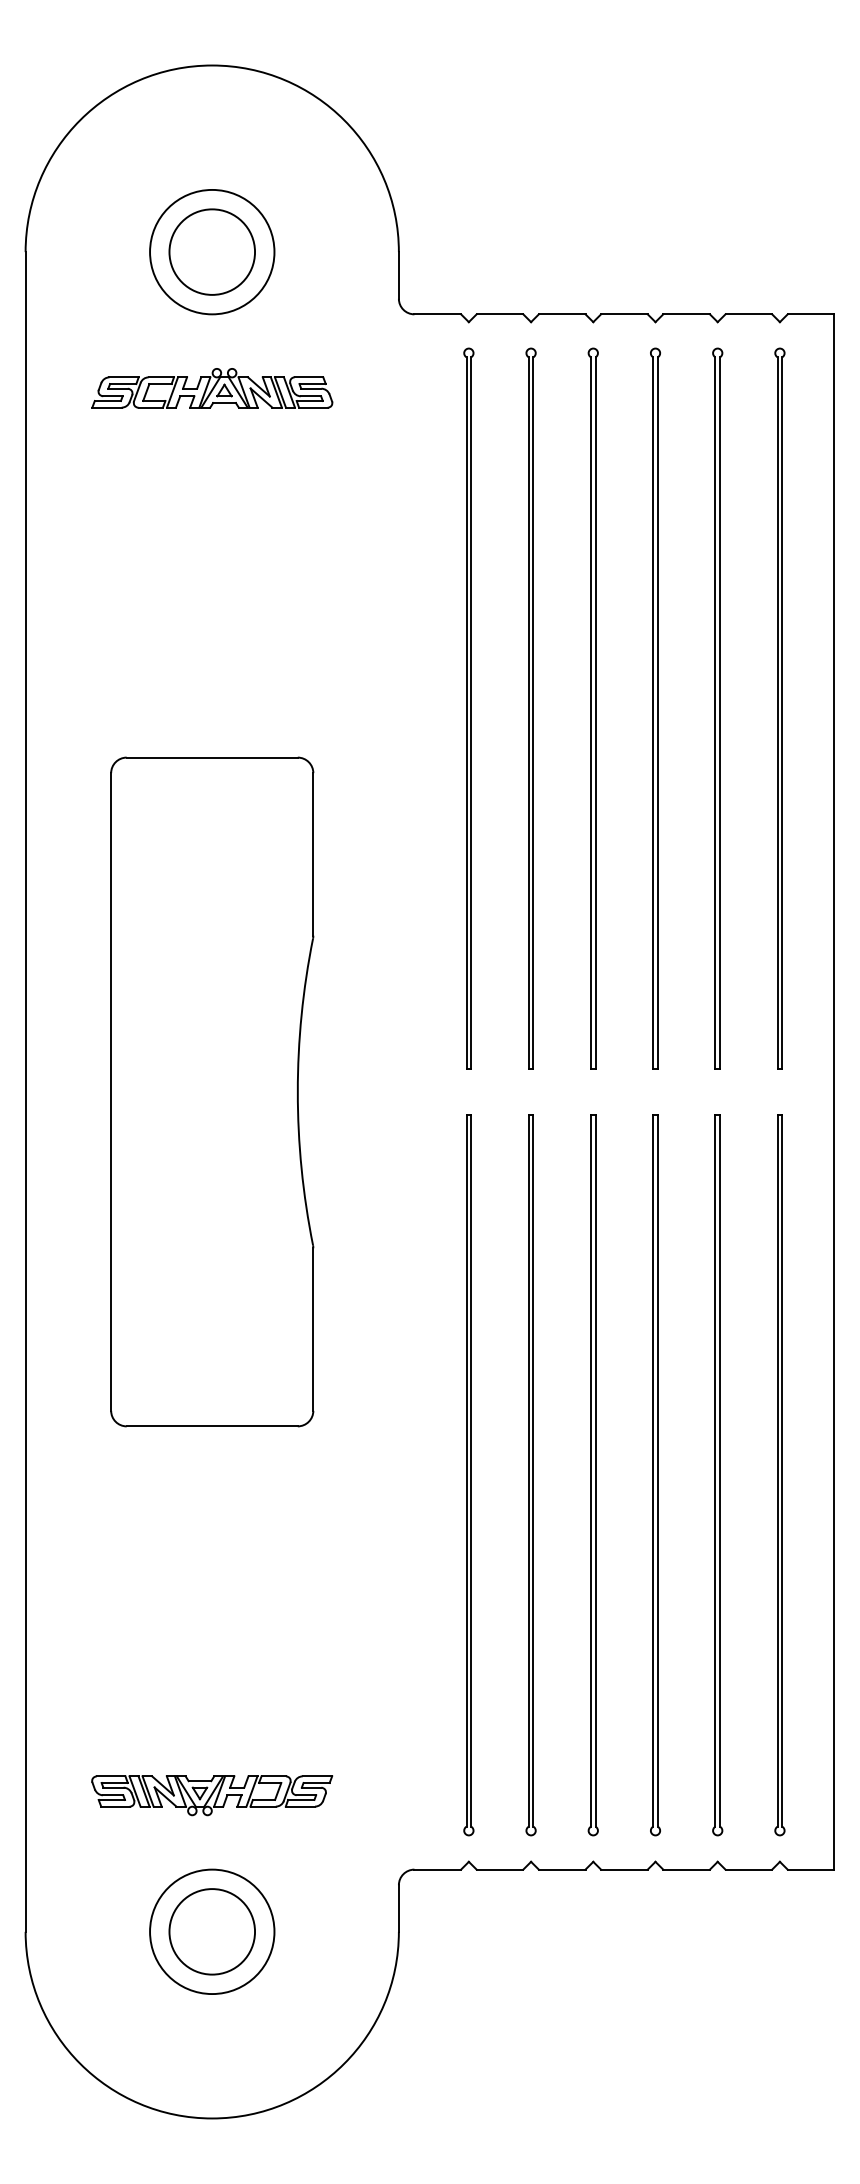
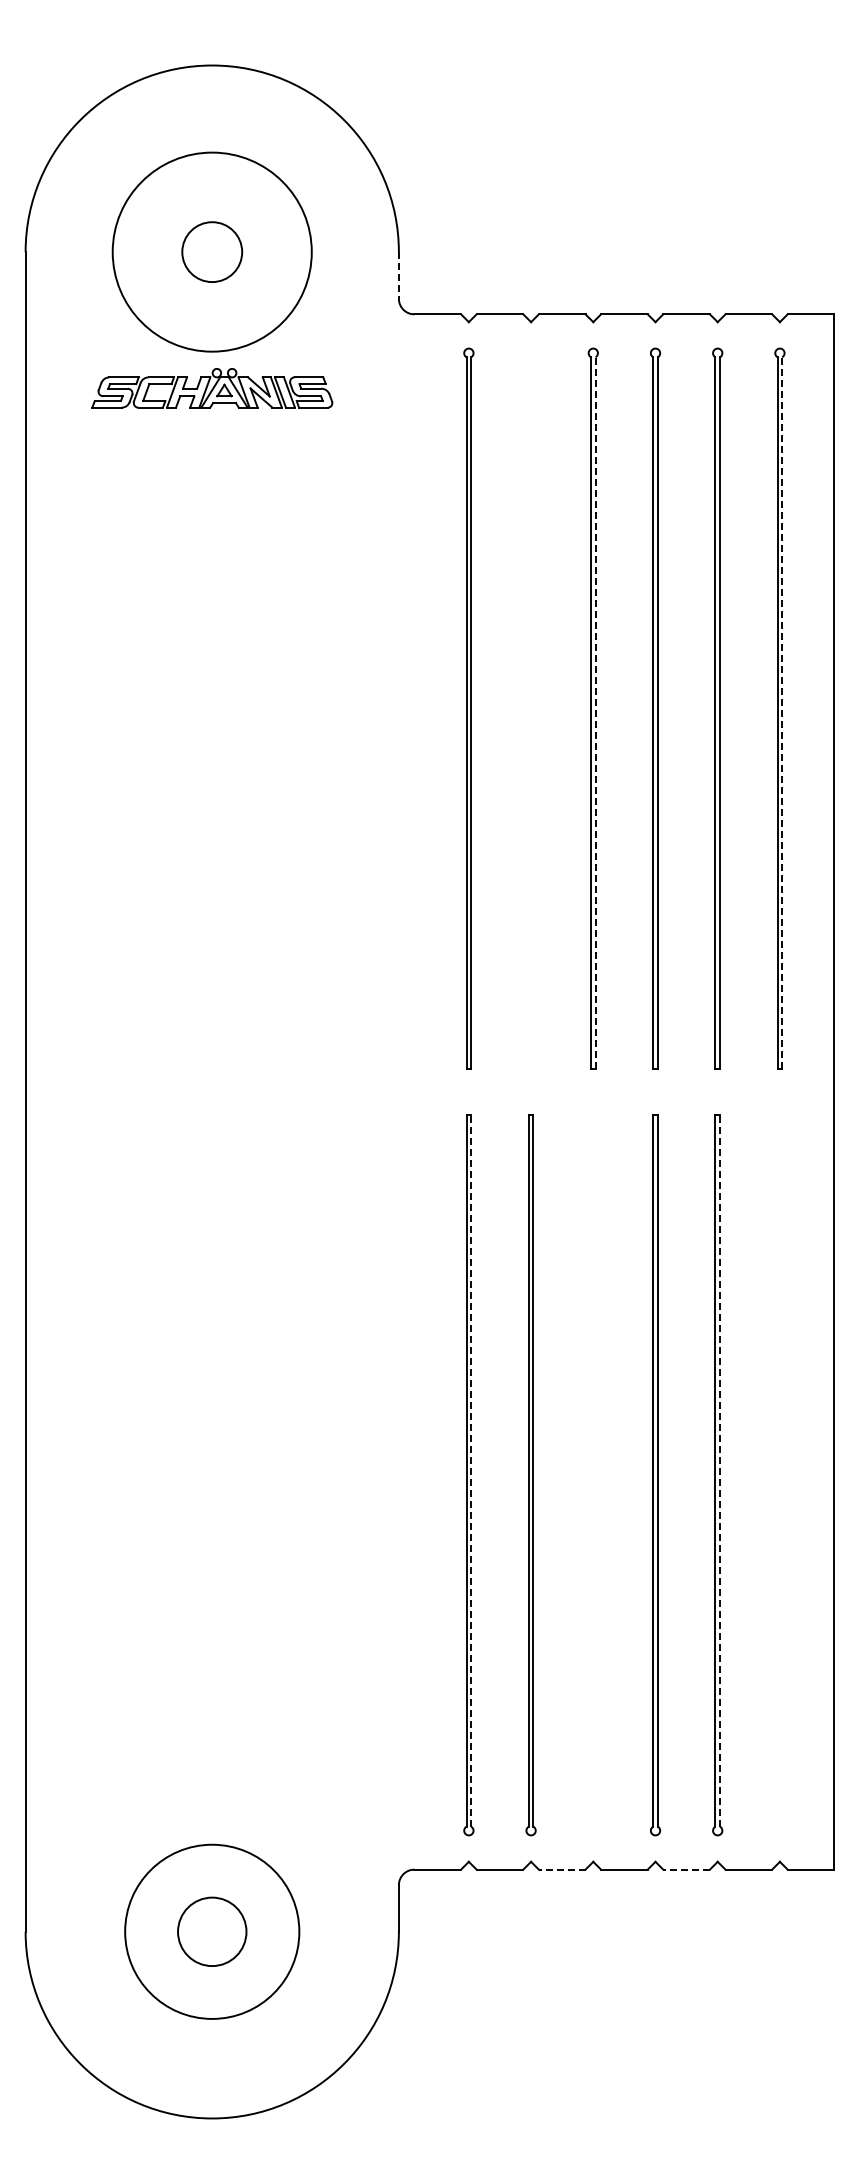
circle at (212, 251) diameter: 124 px -> 199 px
circle at (212, 251) diameter: 86 px -> 60 px
line at (398, 275): solid -> dashed
part at (530, 708): present -> none
line at (595, 712): solid -> dashed
line at (782, 712): solid -> dashed
part at (212, 1091): present -> none
line at (471, 1471): solid -> dashed
line at (720, 1471): solid -> dashed
part at (592, 1475): present -> none
part at (779, 1475): present -> none
part at (212, 1795): present -> none
line at (561, 1869): solid -> dashed
line at (686, 1869): solid -> dashed
circle at (212, 1931) diameter: 124 px -> 174 px
circle at (212, 1931) diameter: 86 px -> 68 px
